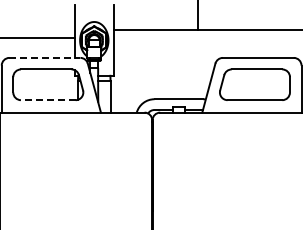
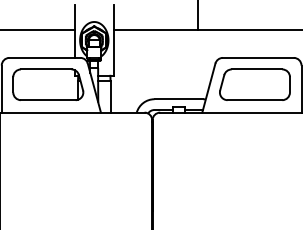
line at (38, 37) position: (38, 37) -> (38, 29)
line at (45, 57): dashed -> solid
line at (47, 100): dashed -> solid
